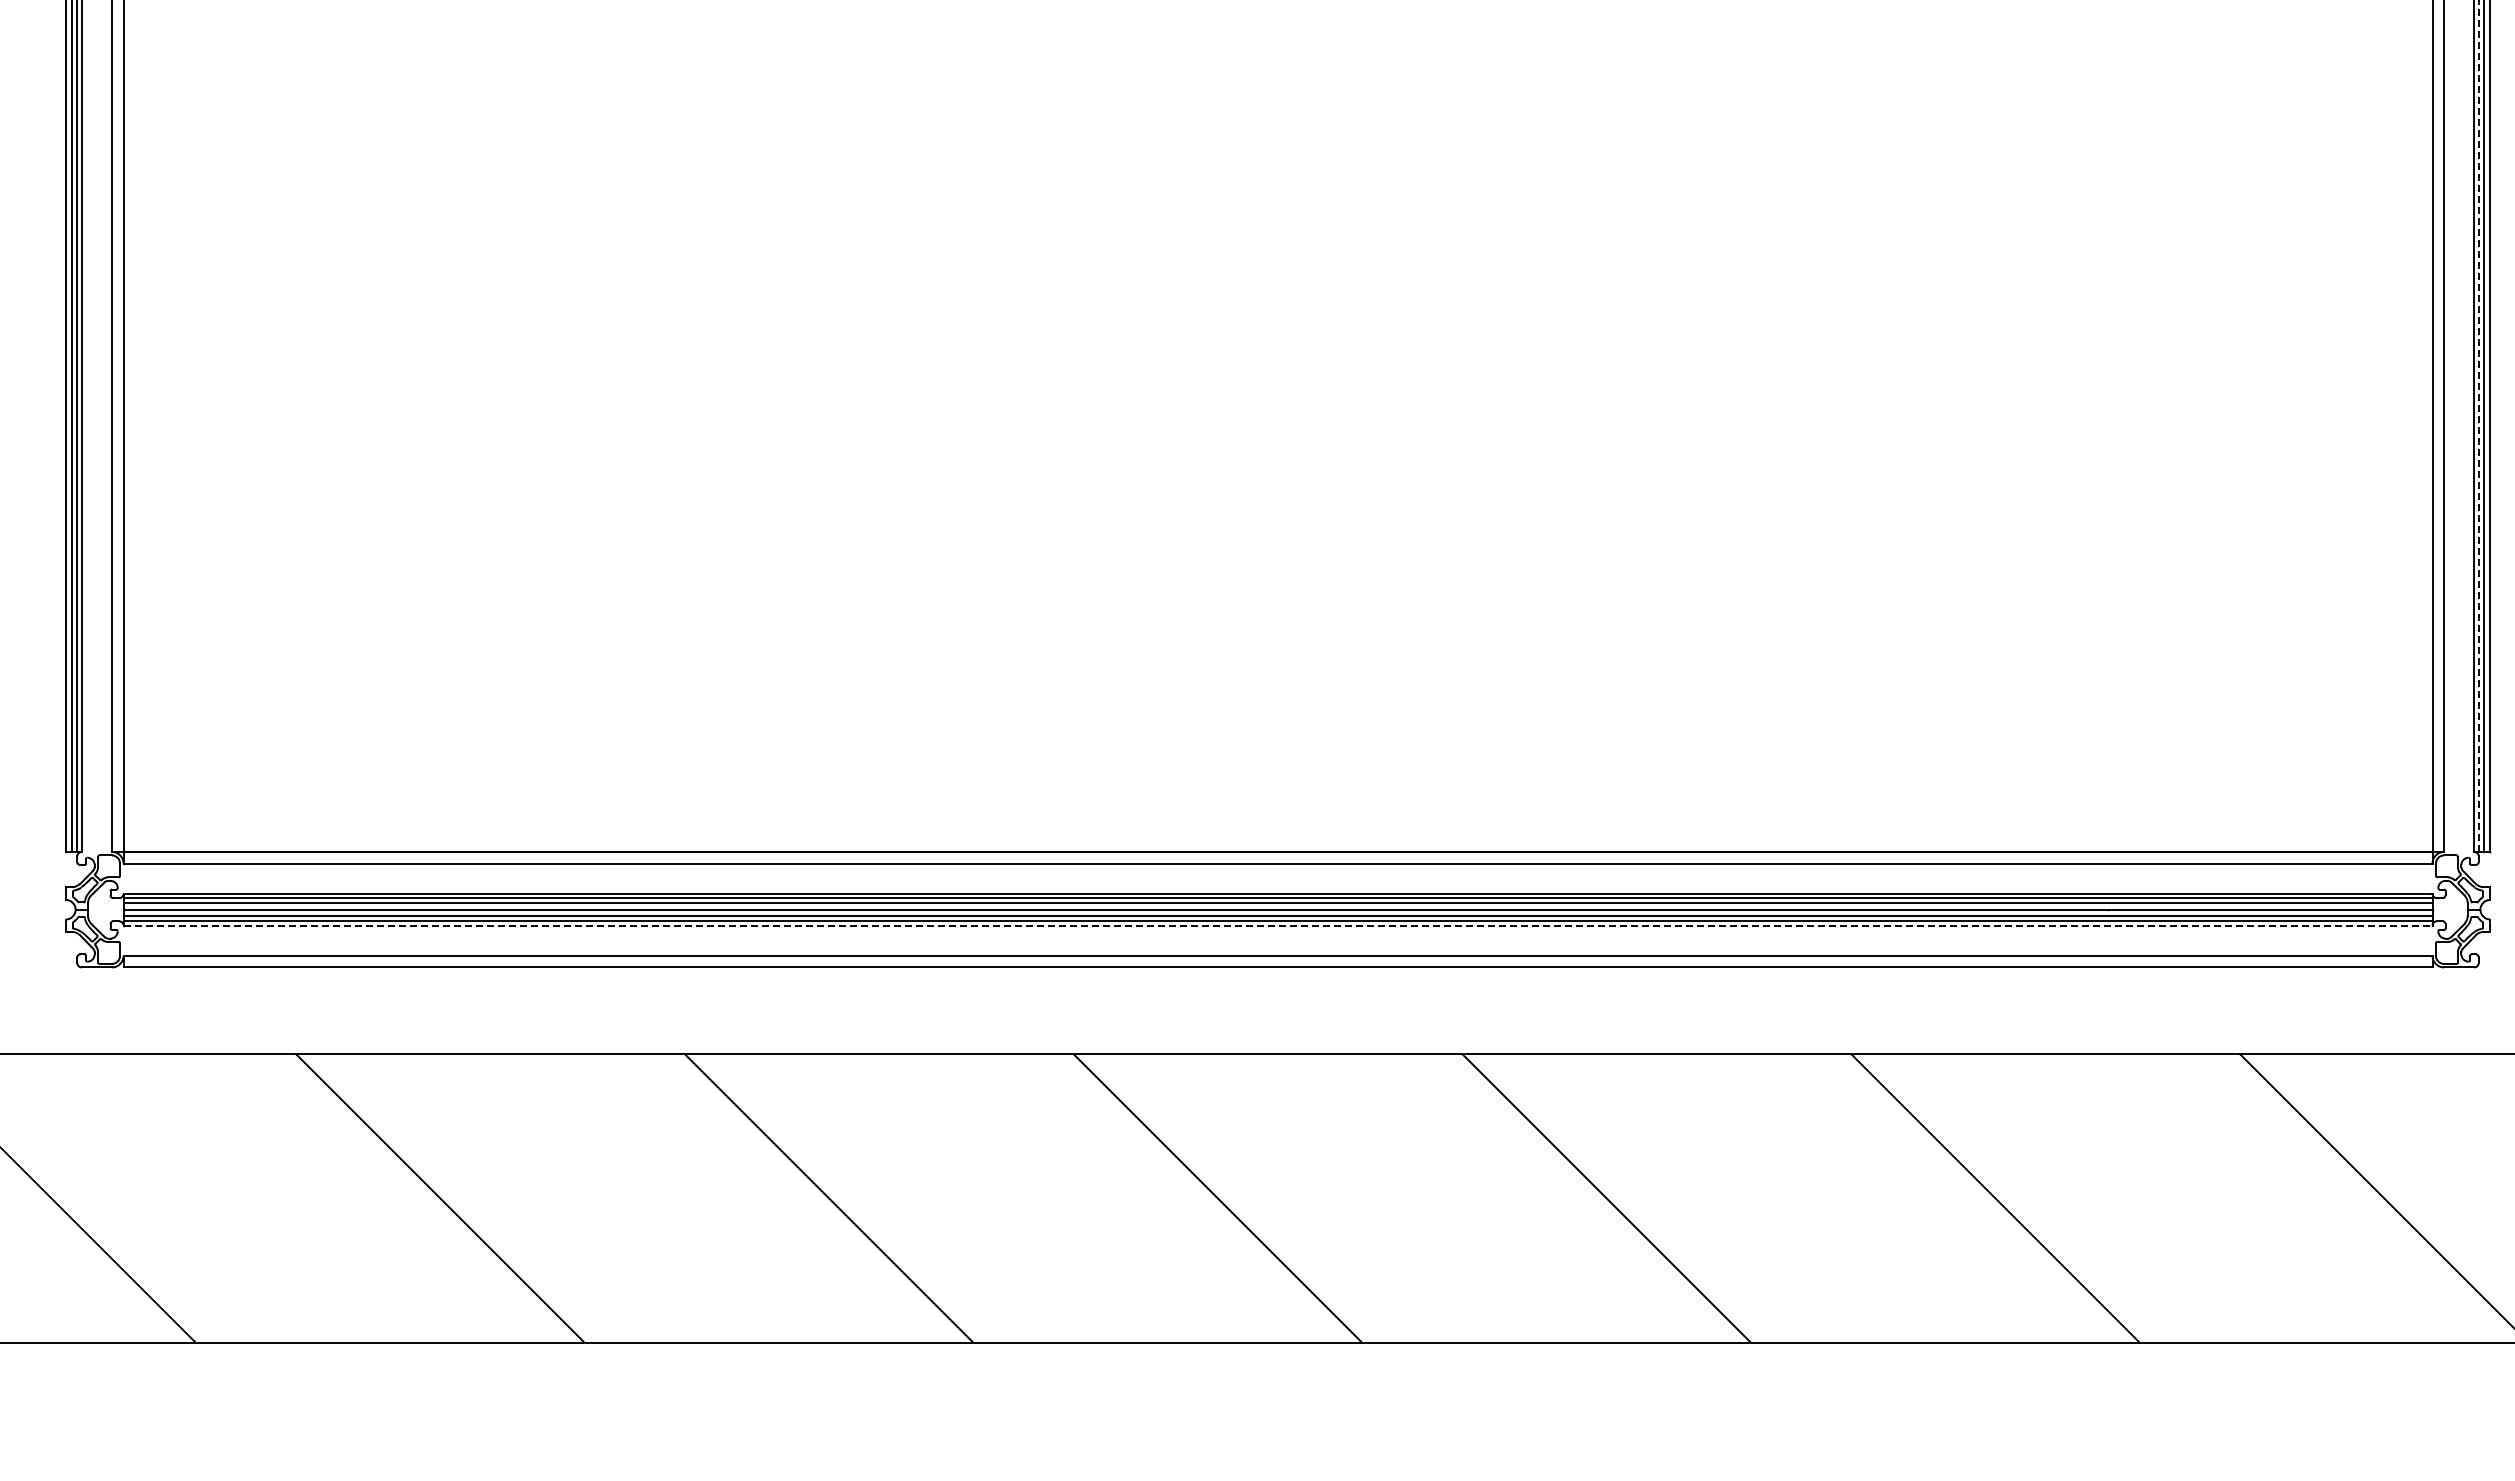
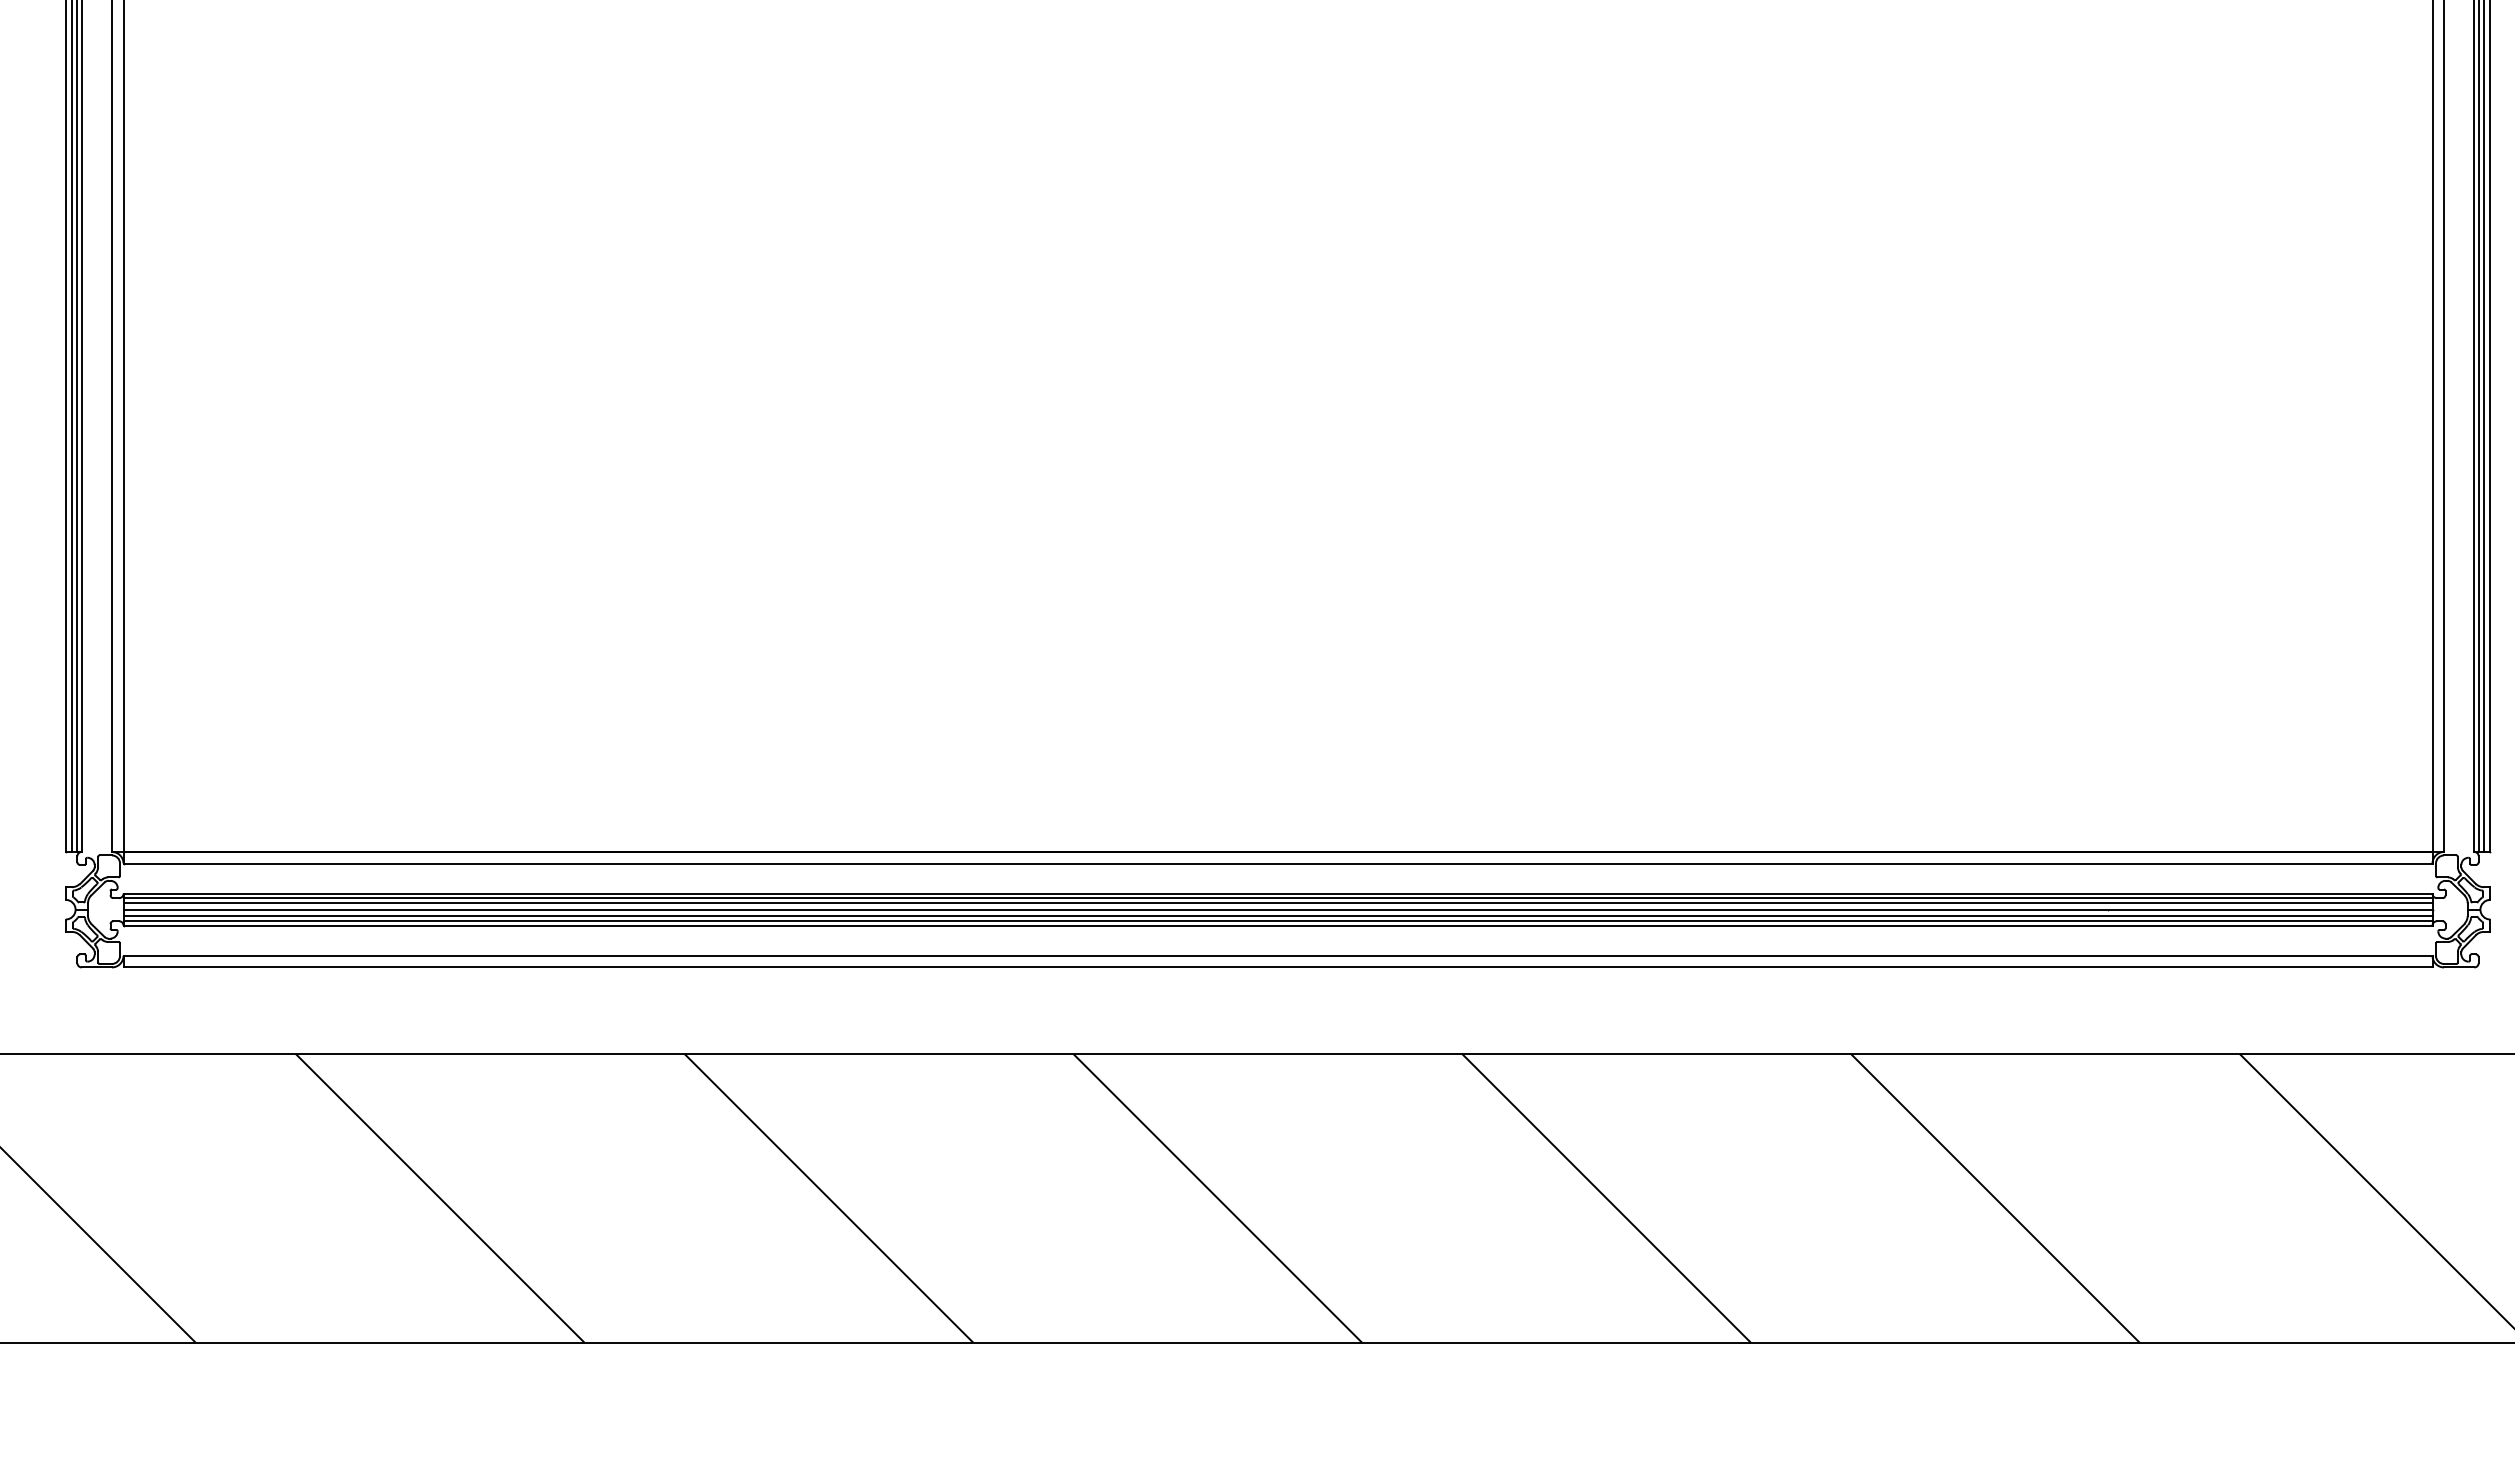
line at (2478, 426): dashed -> solid
line at (1278, 925): dashed -> solid
